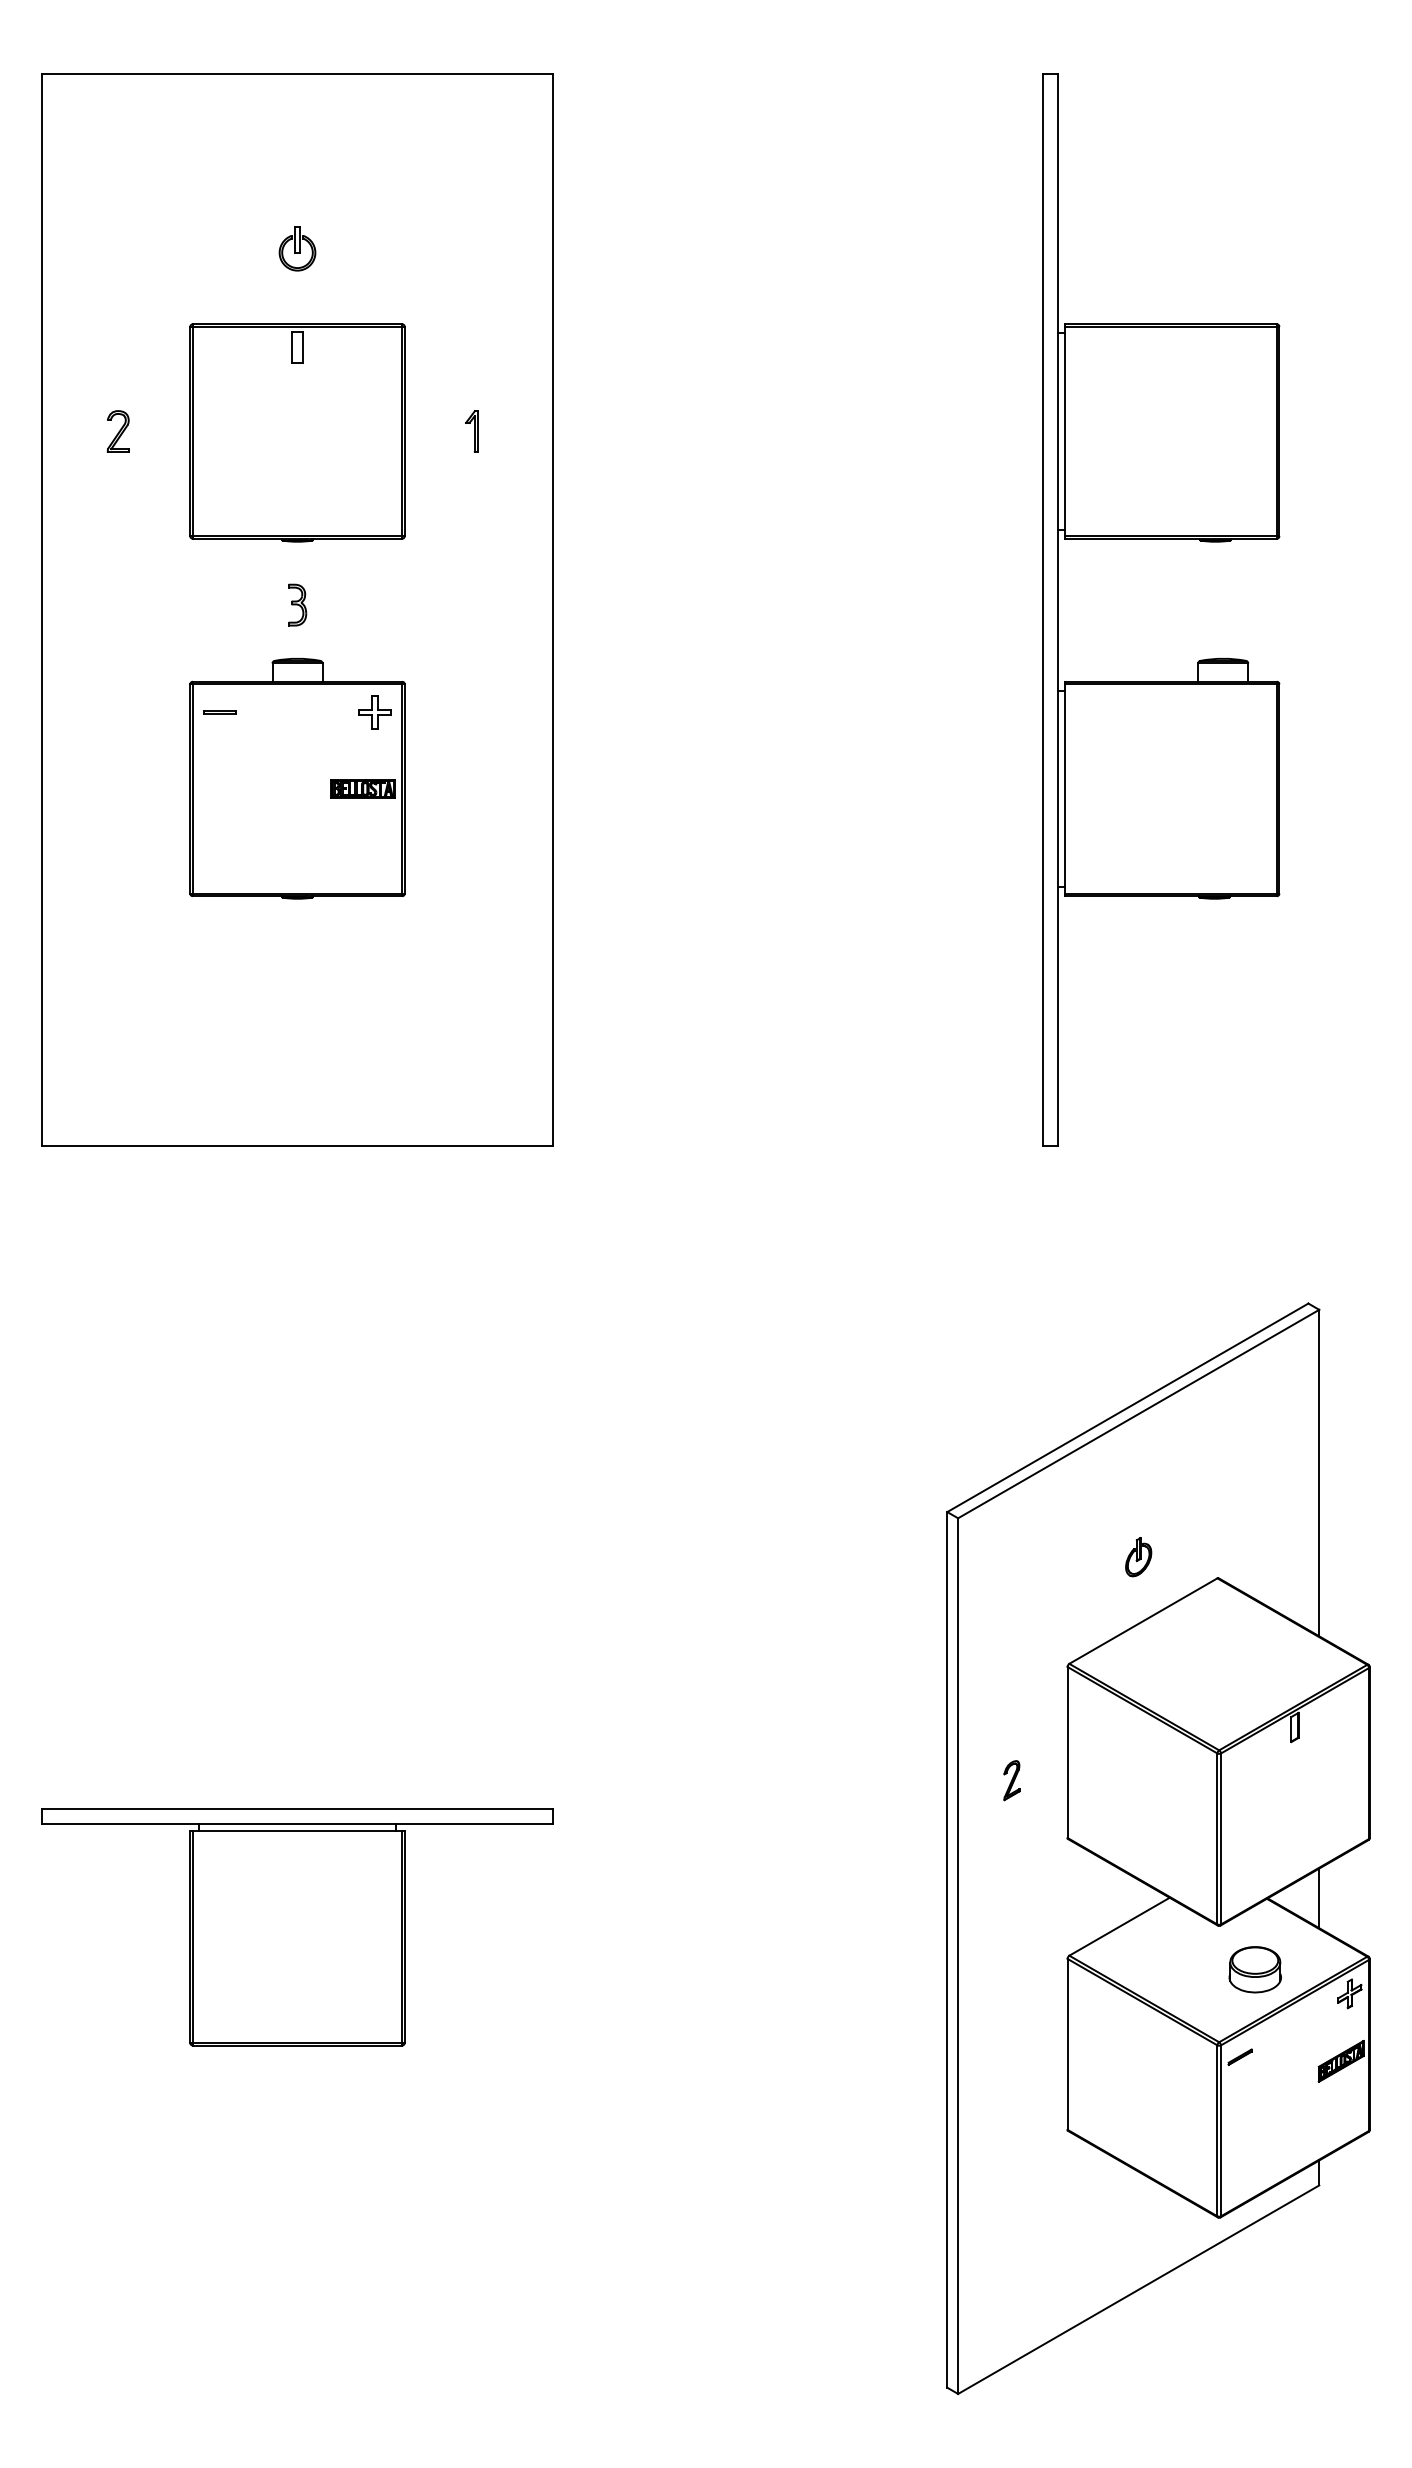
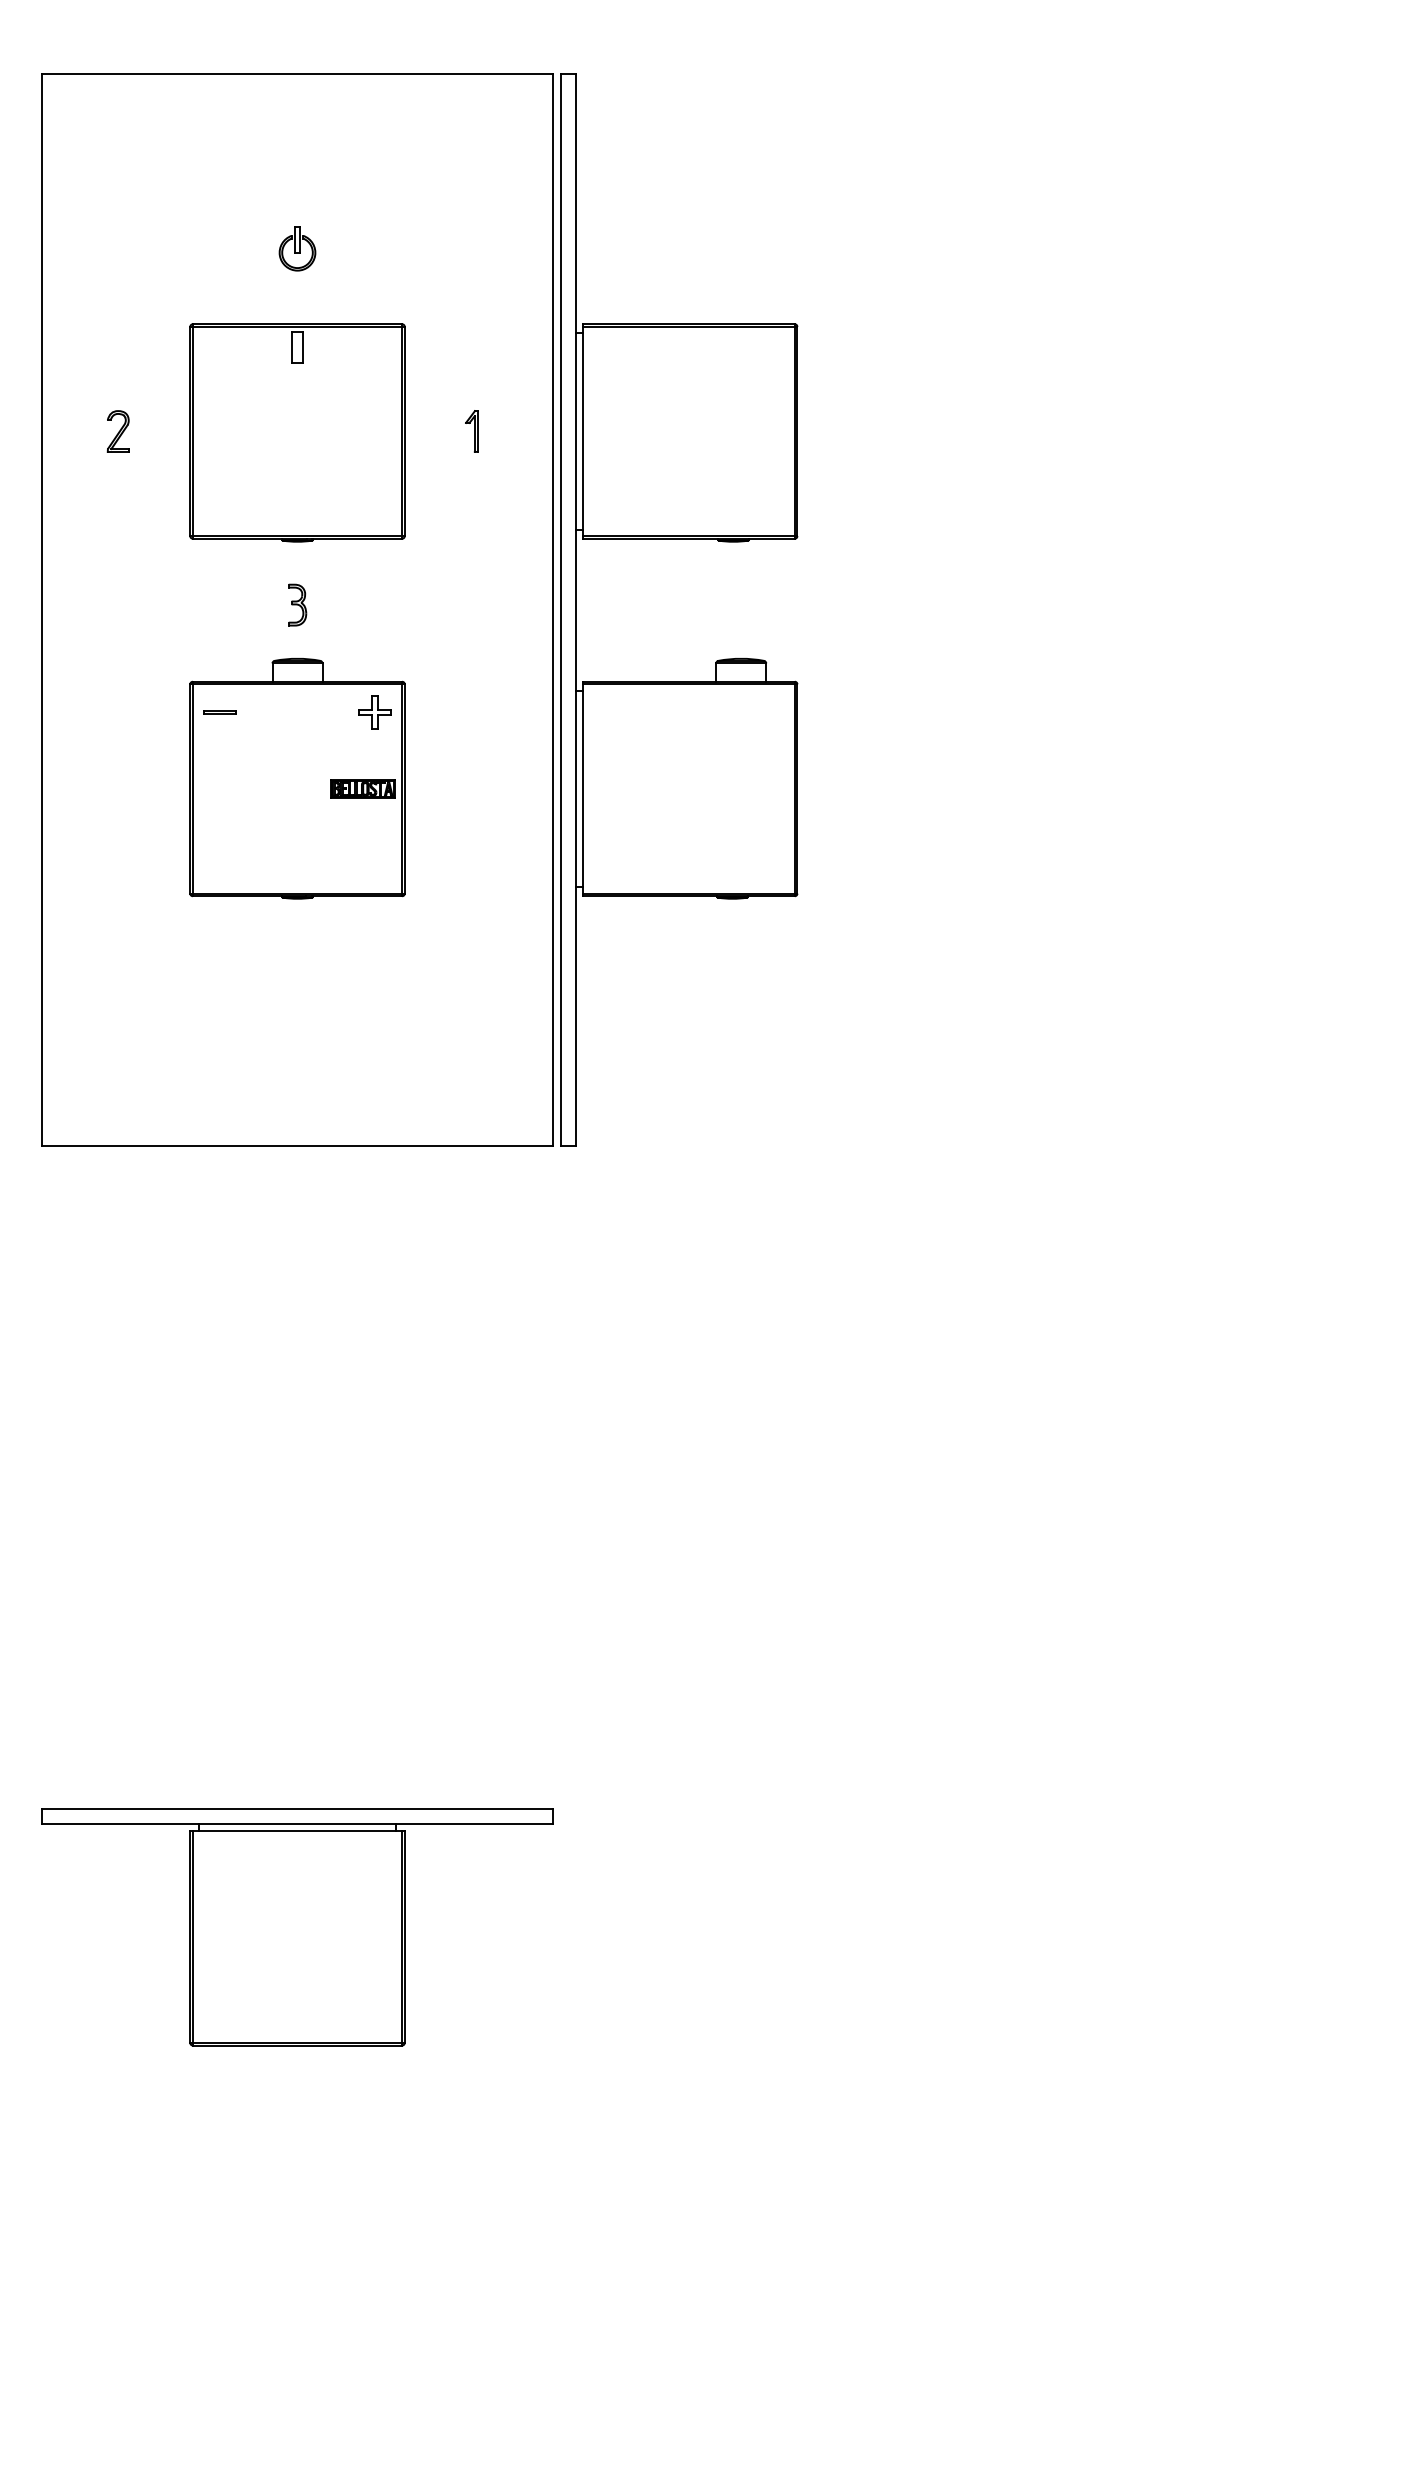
part at (1198, 660) position: (1198, 660) -> (716, 660)
part at (1158, 1848): present -> none
